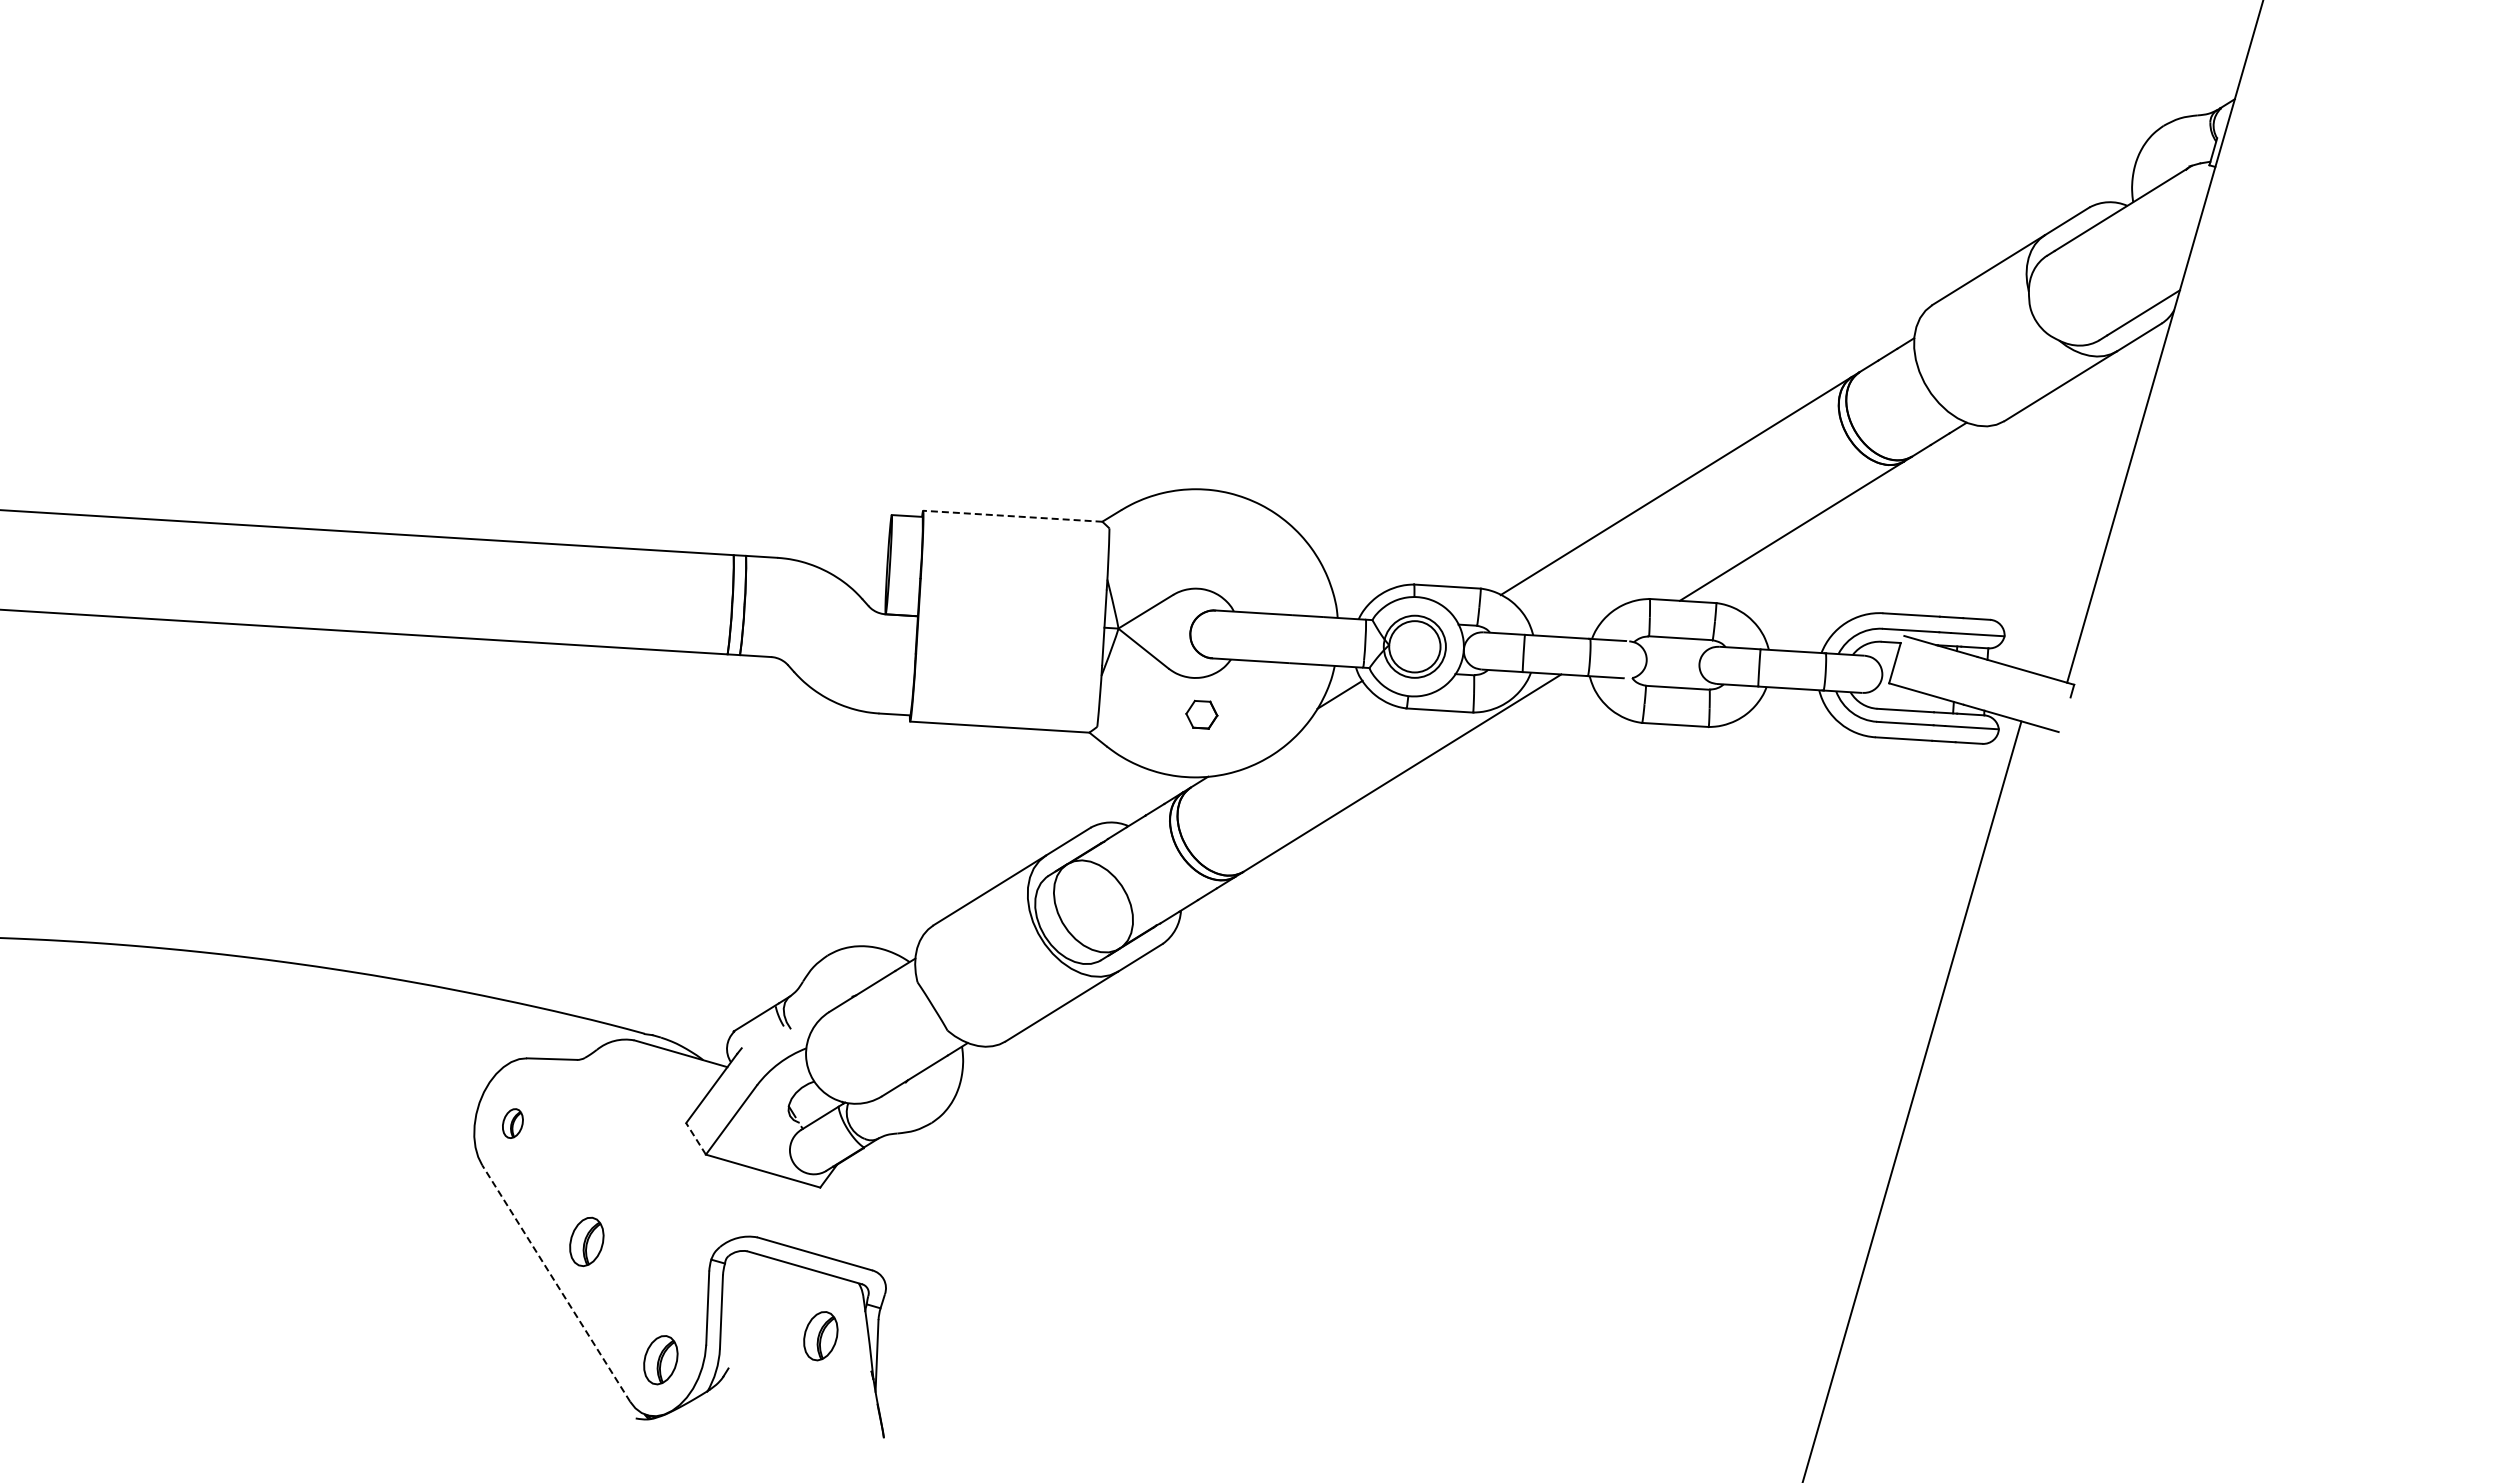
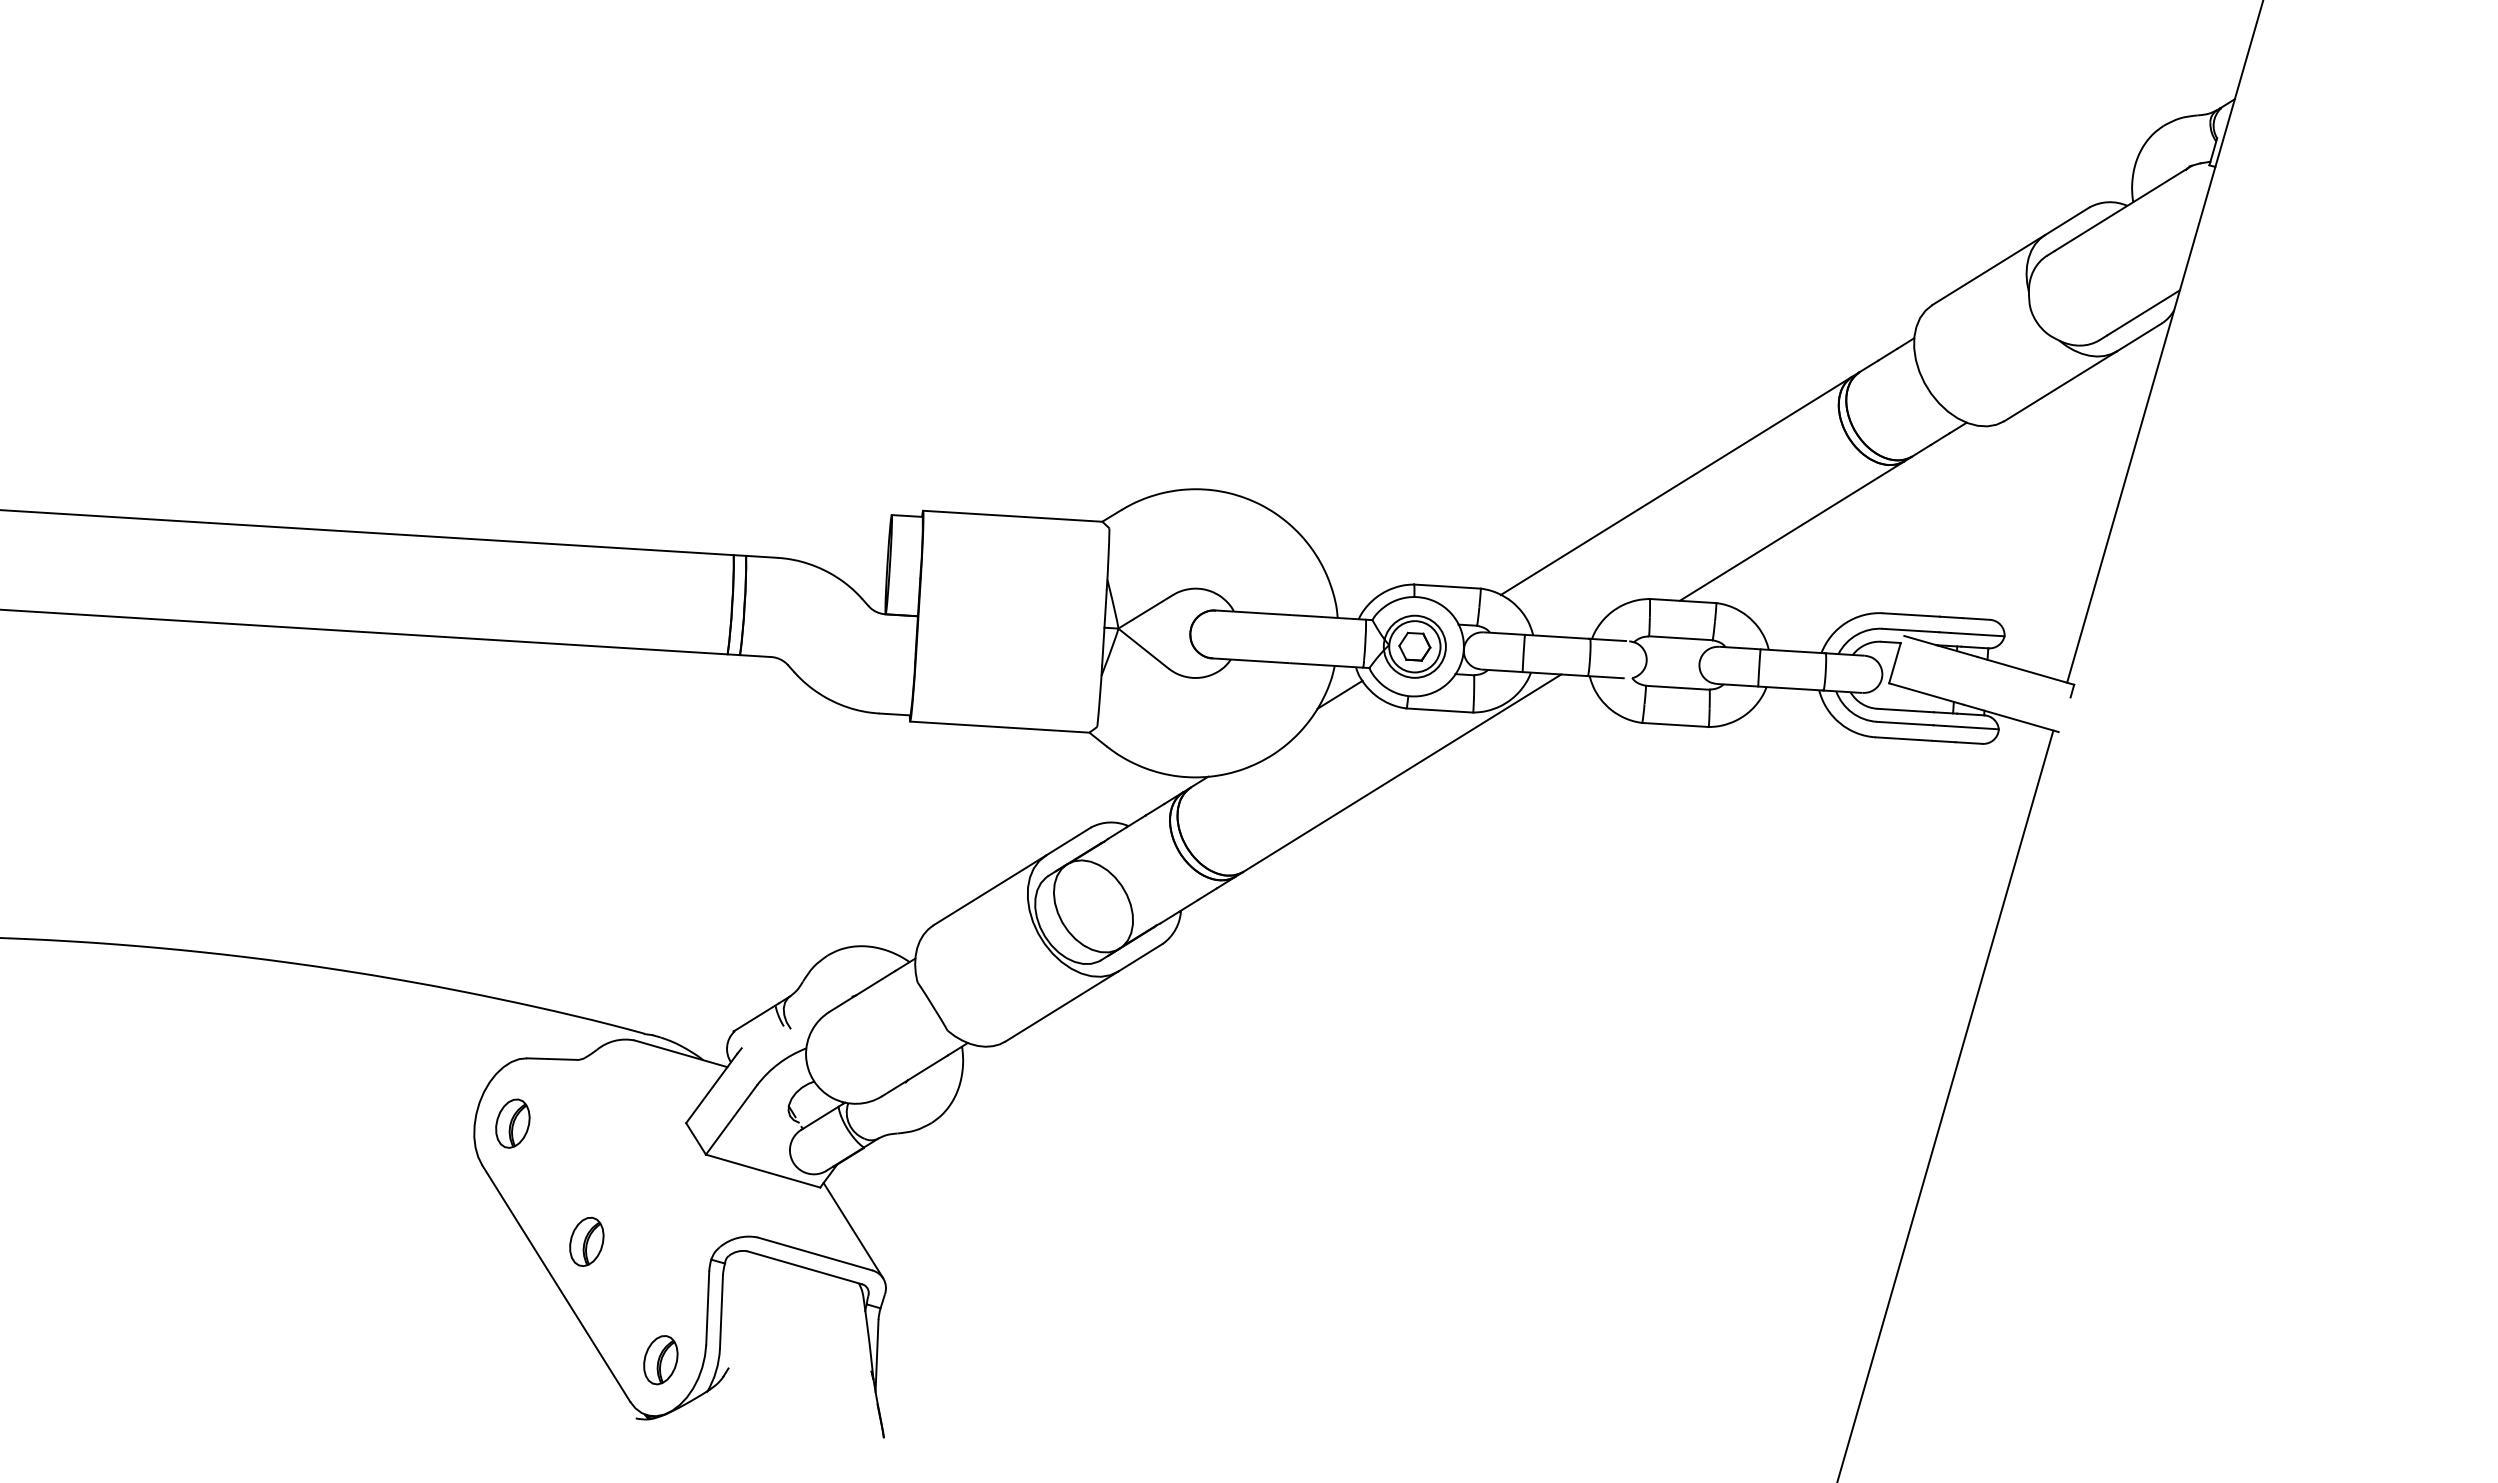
line at (1012, 516): dashed -> solid
part at (1201, 714) position: (1201, 714) -> (1414, 646)
line at (1912, 1100) position: (1912, 1100) -> (1945, 1104)
part at (512, 1123) size: 22x31 px -> 36x51 px
line at (696, 1138): dashed -> solid
line at (853, 1230): none -> present
line at (555, 1283): dashed -> solid
part at (820, 1336): present -> none
